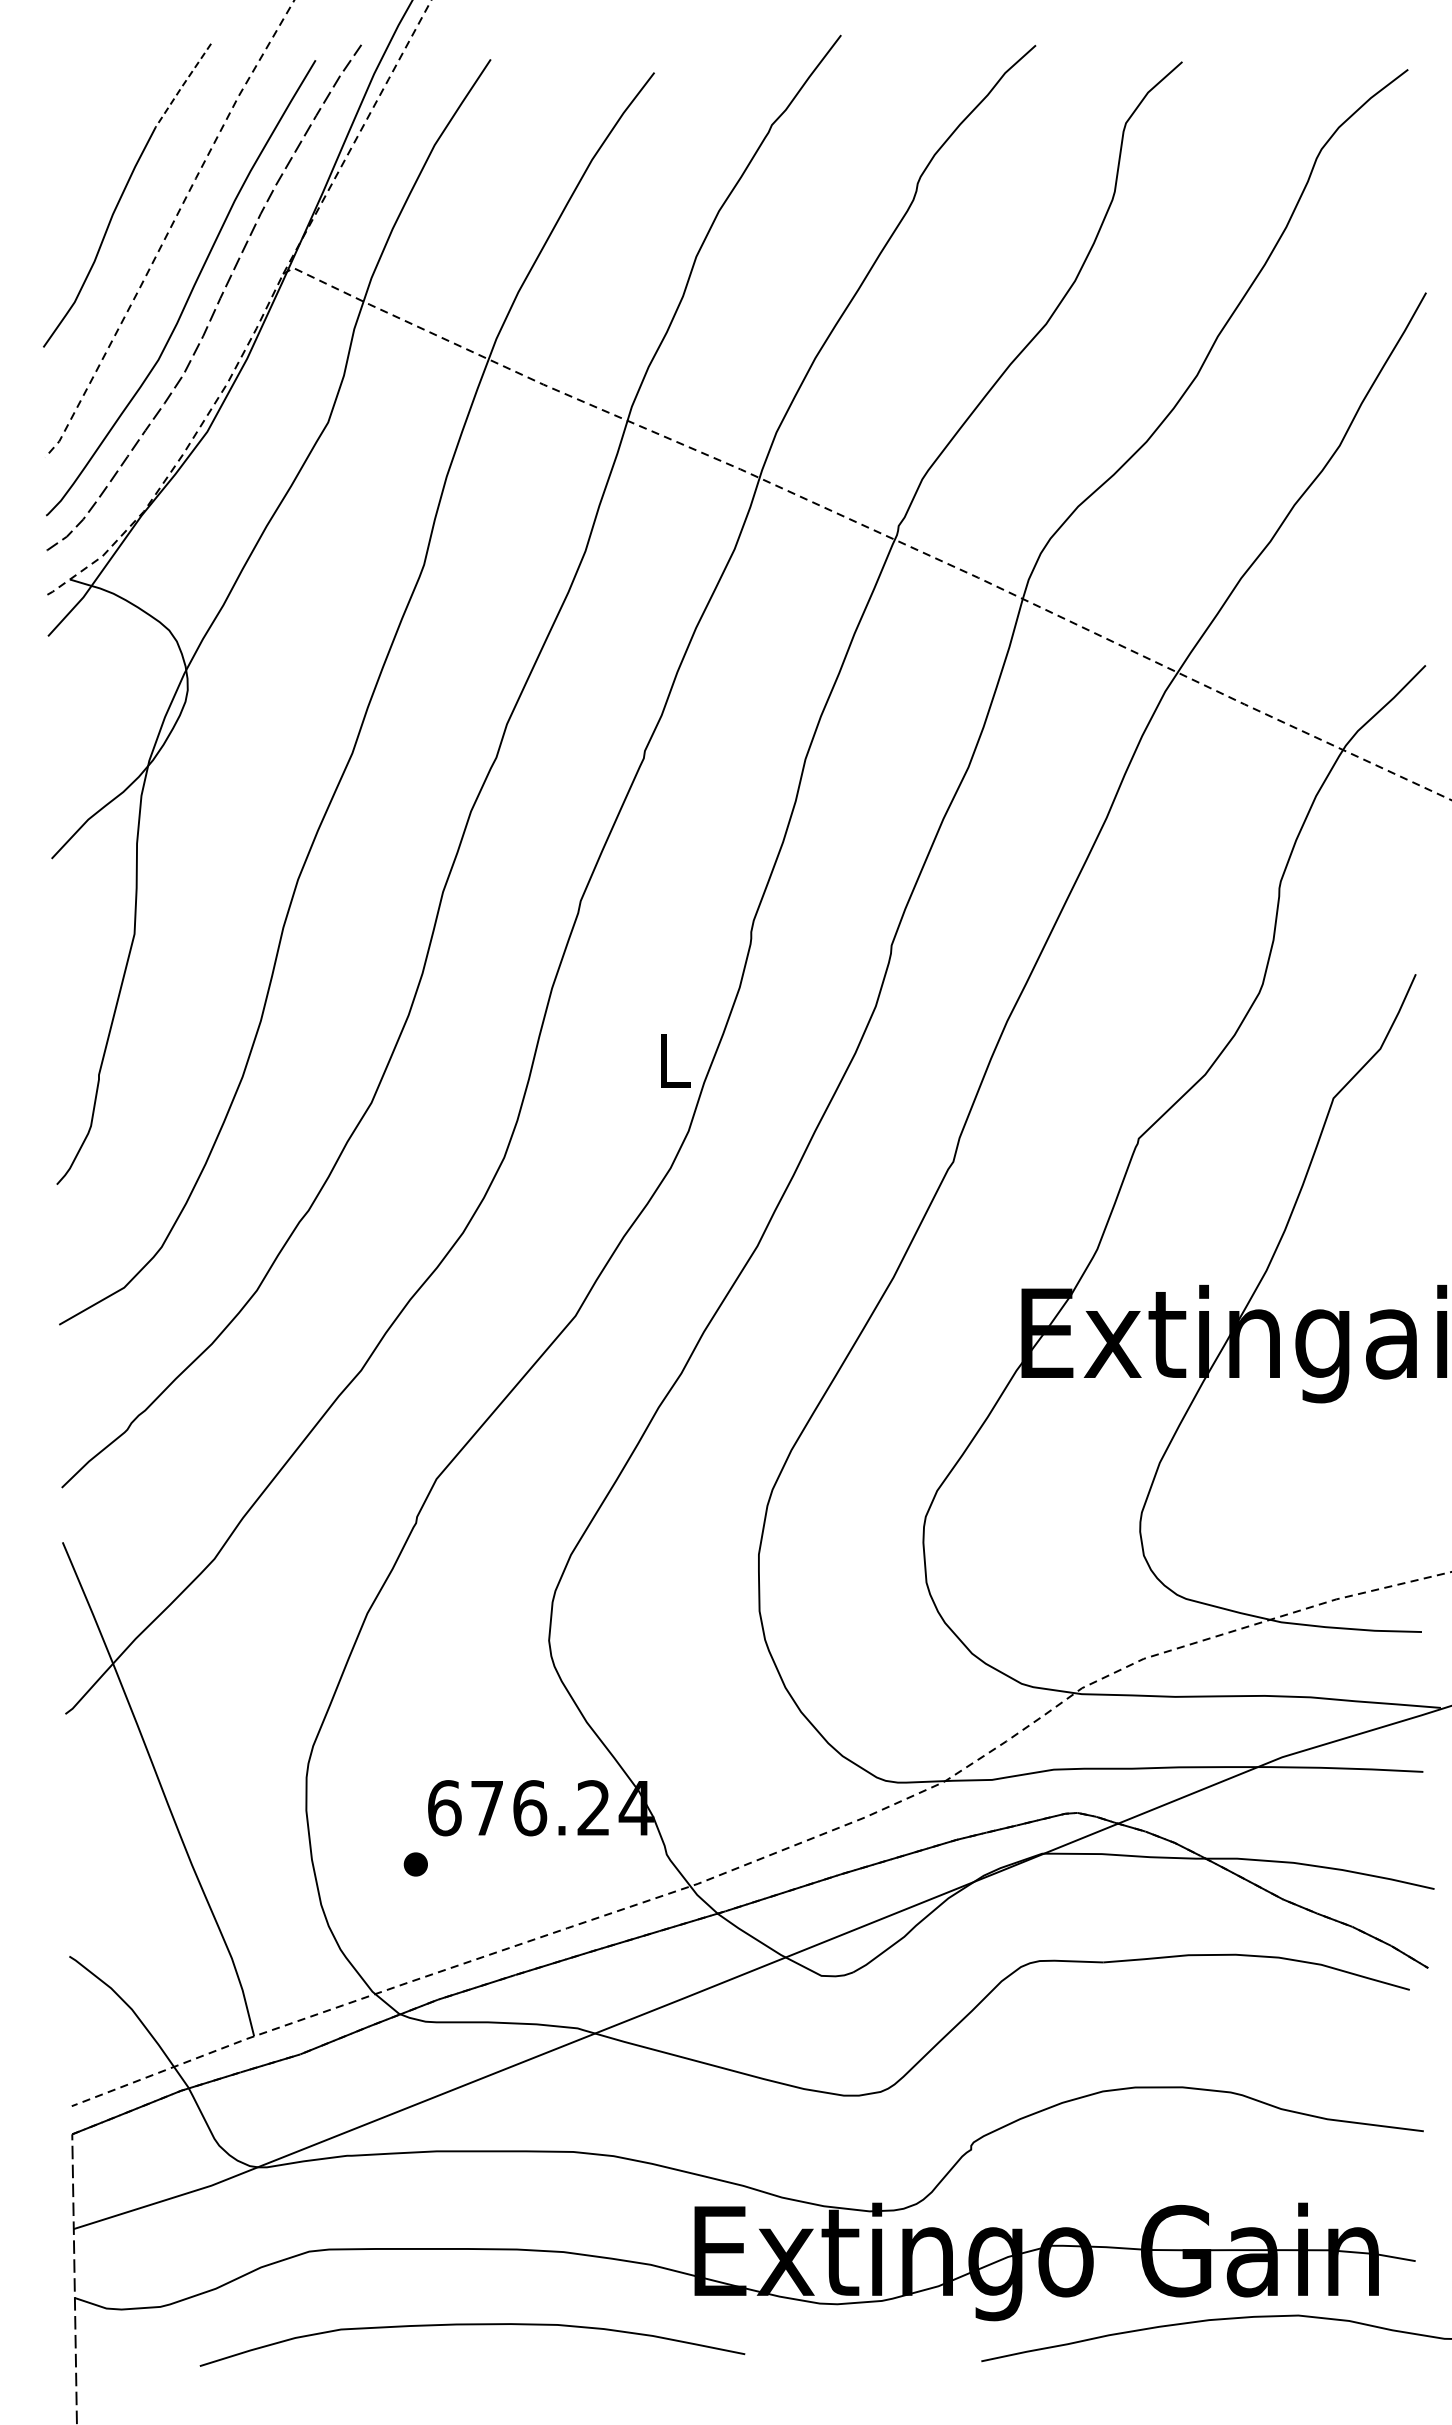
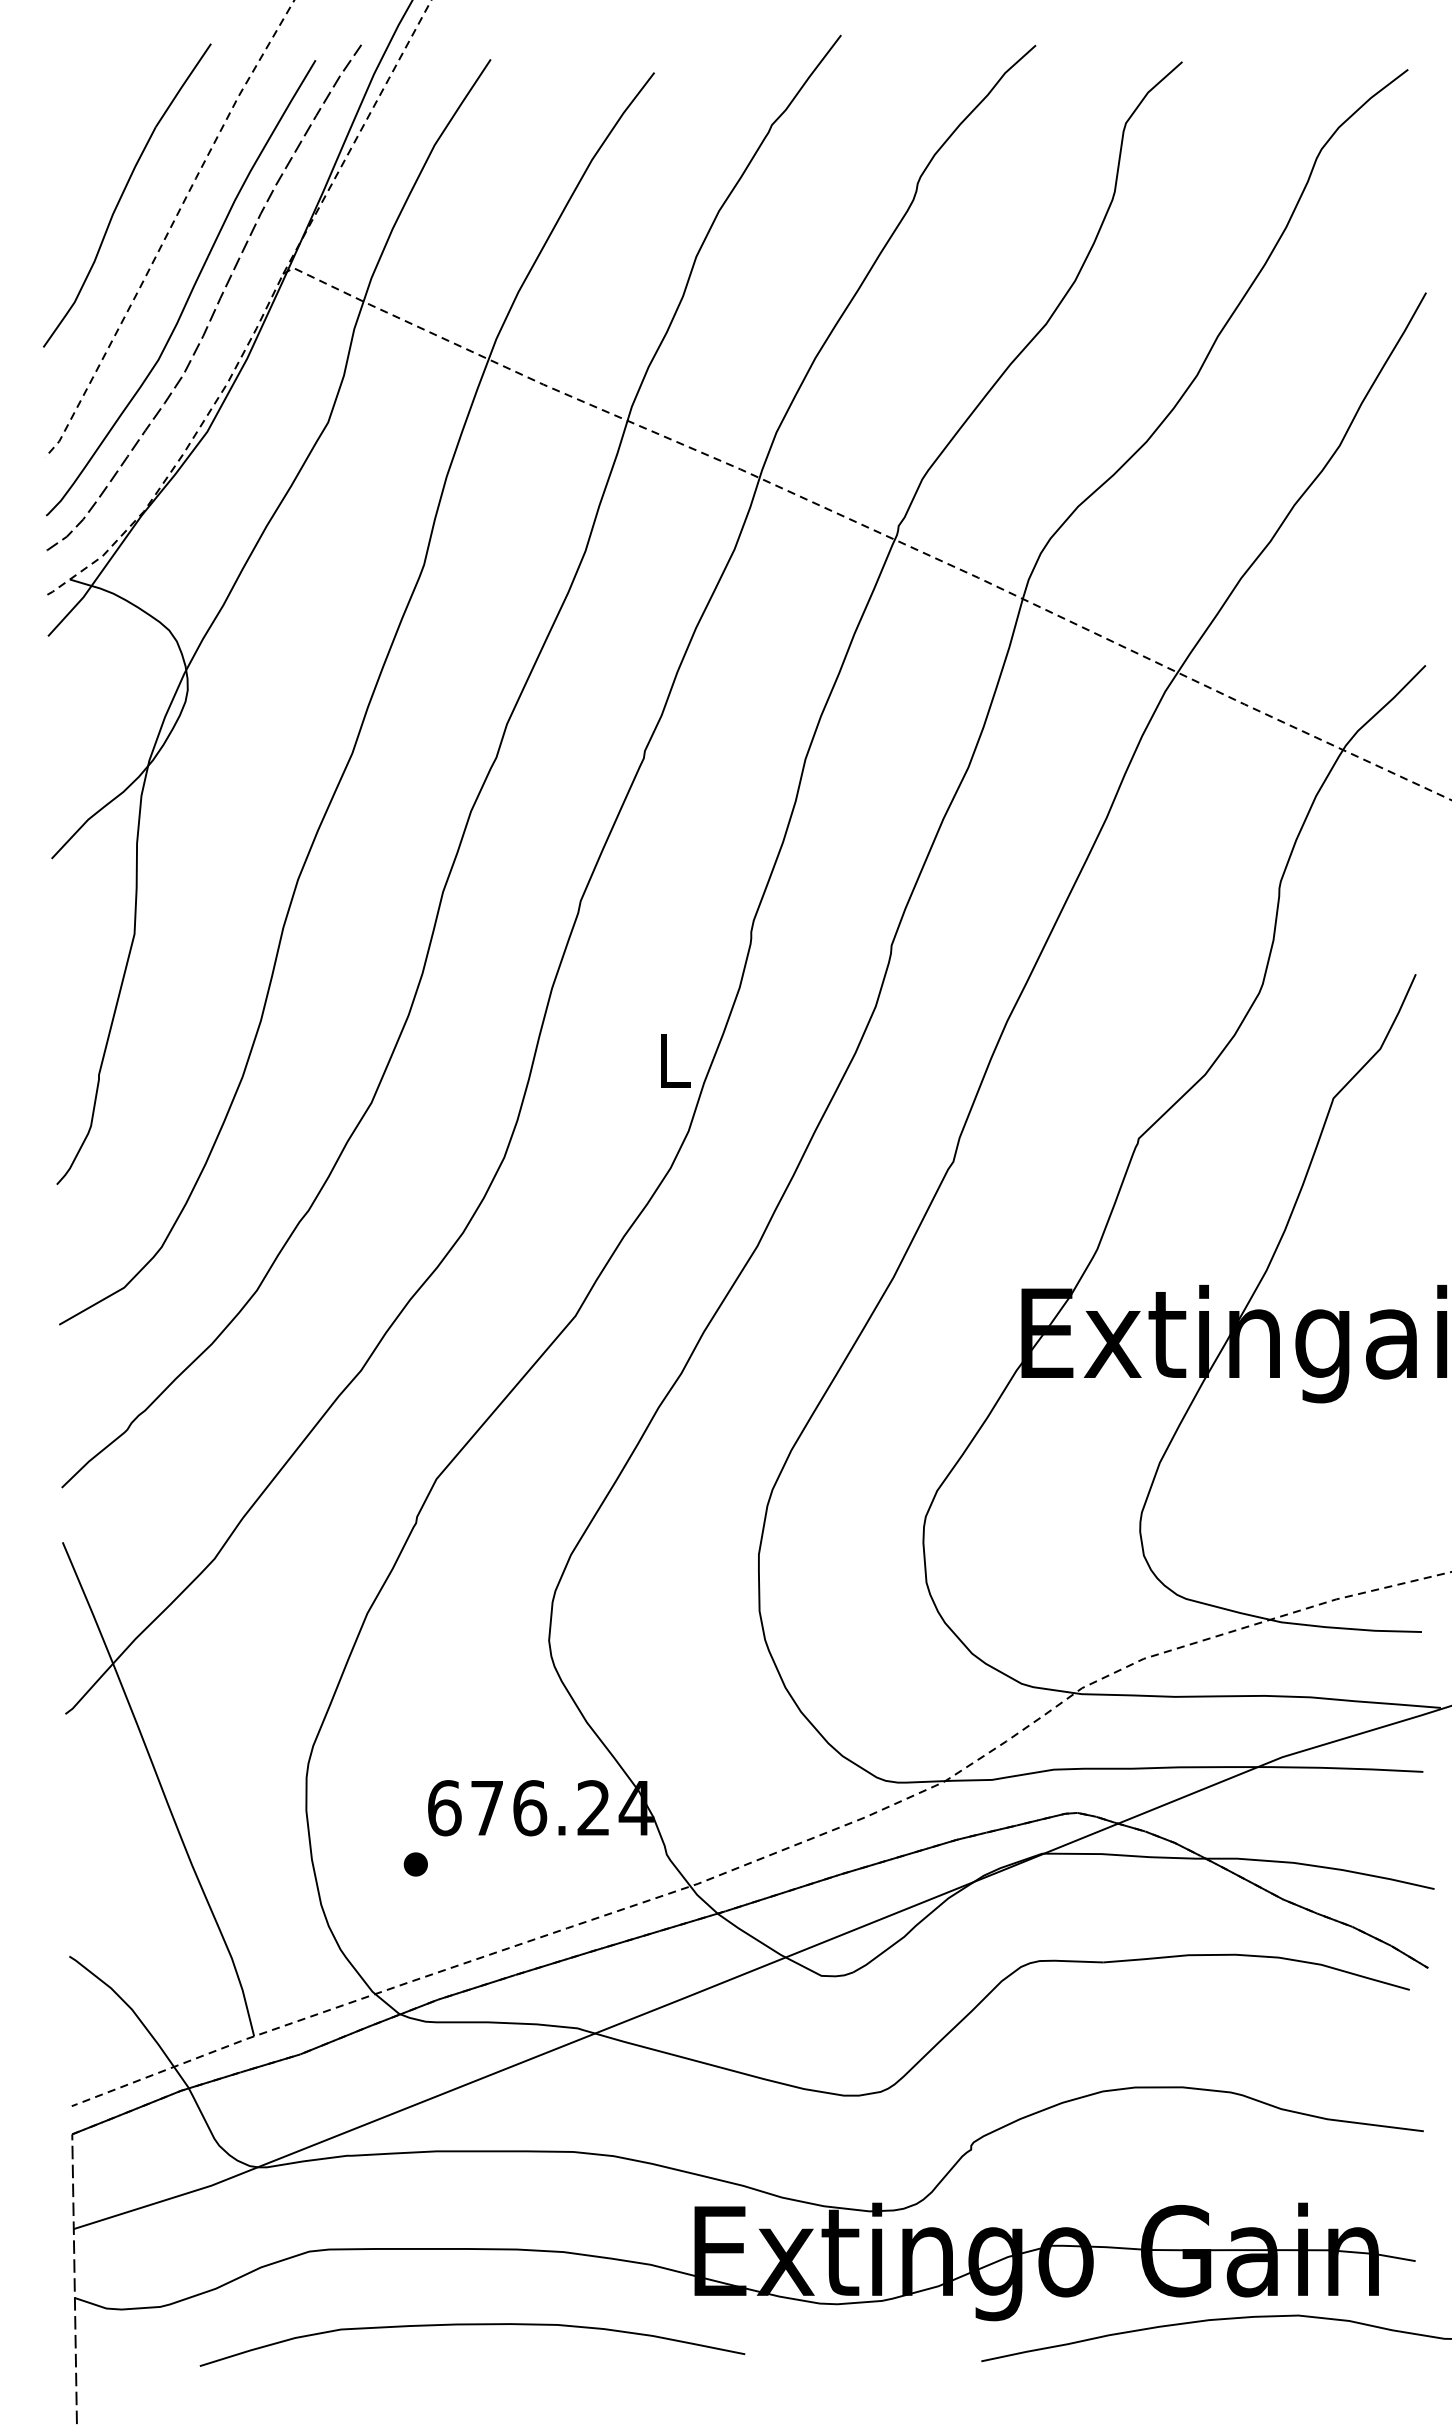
line at (183, 85): dashed -> solid
